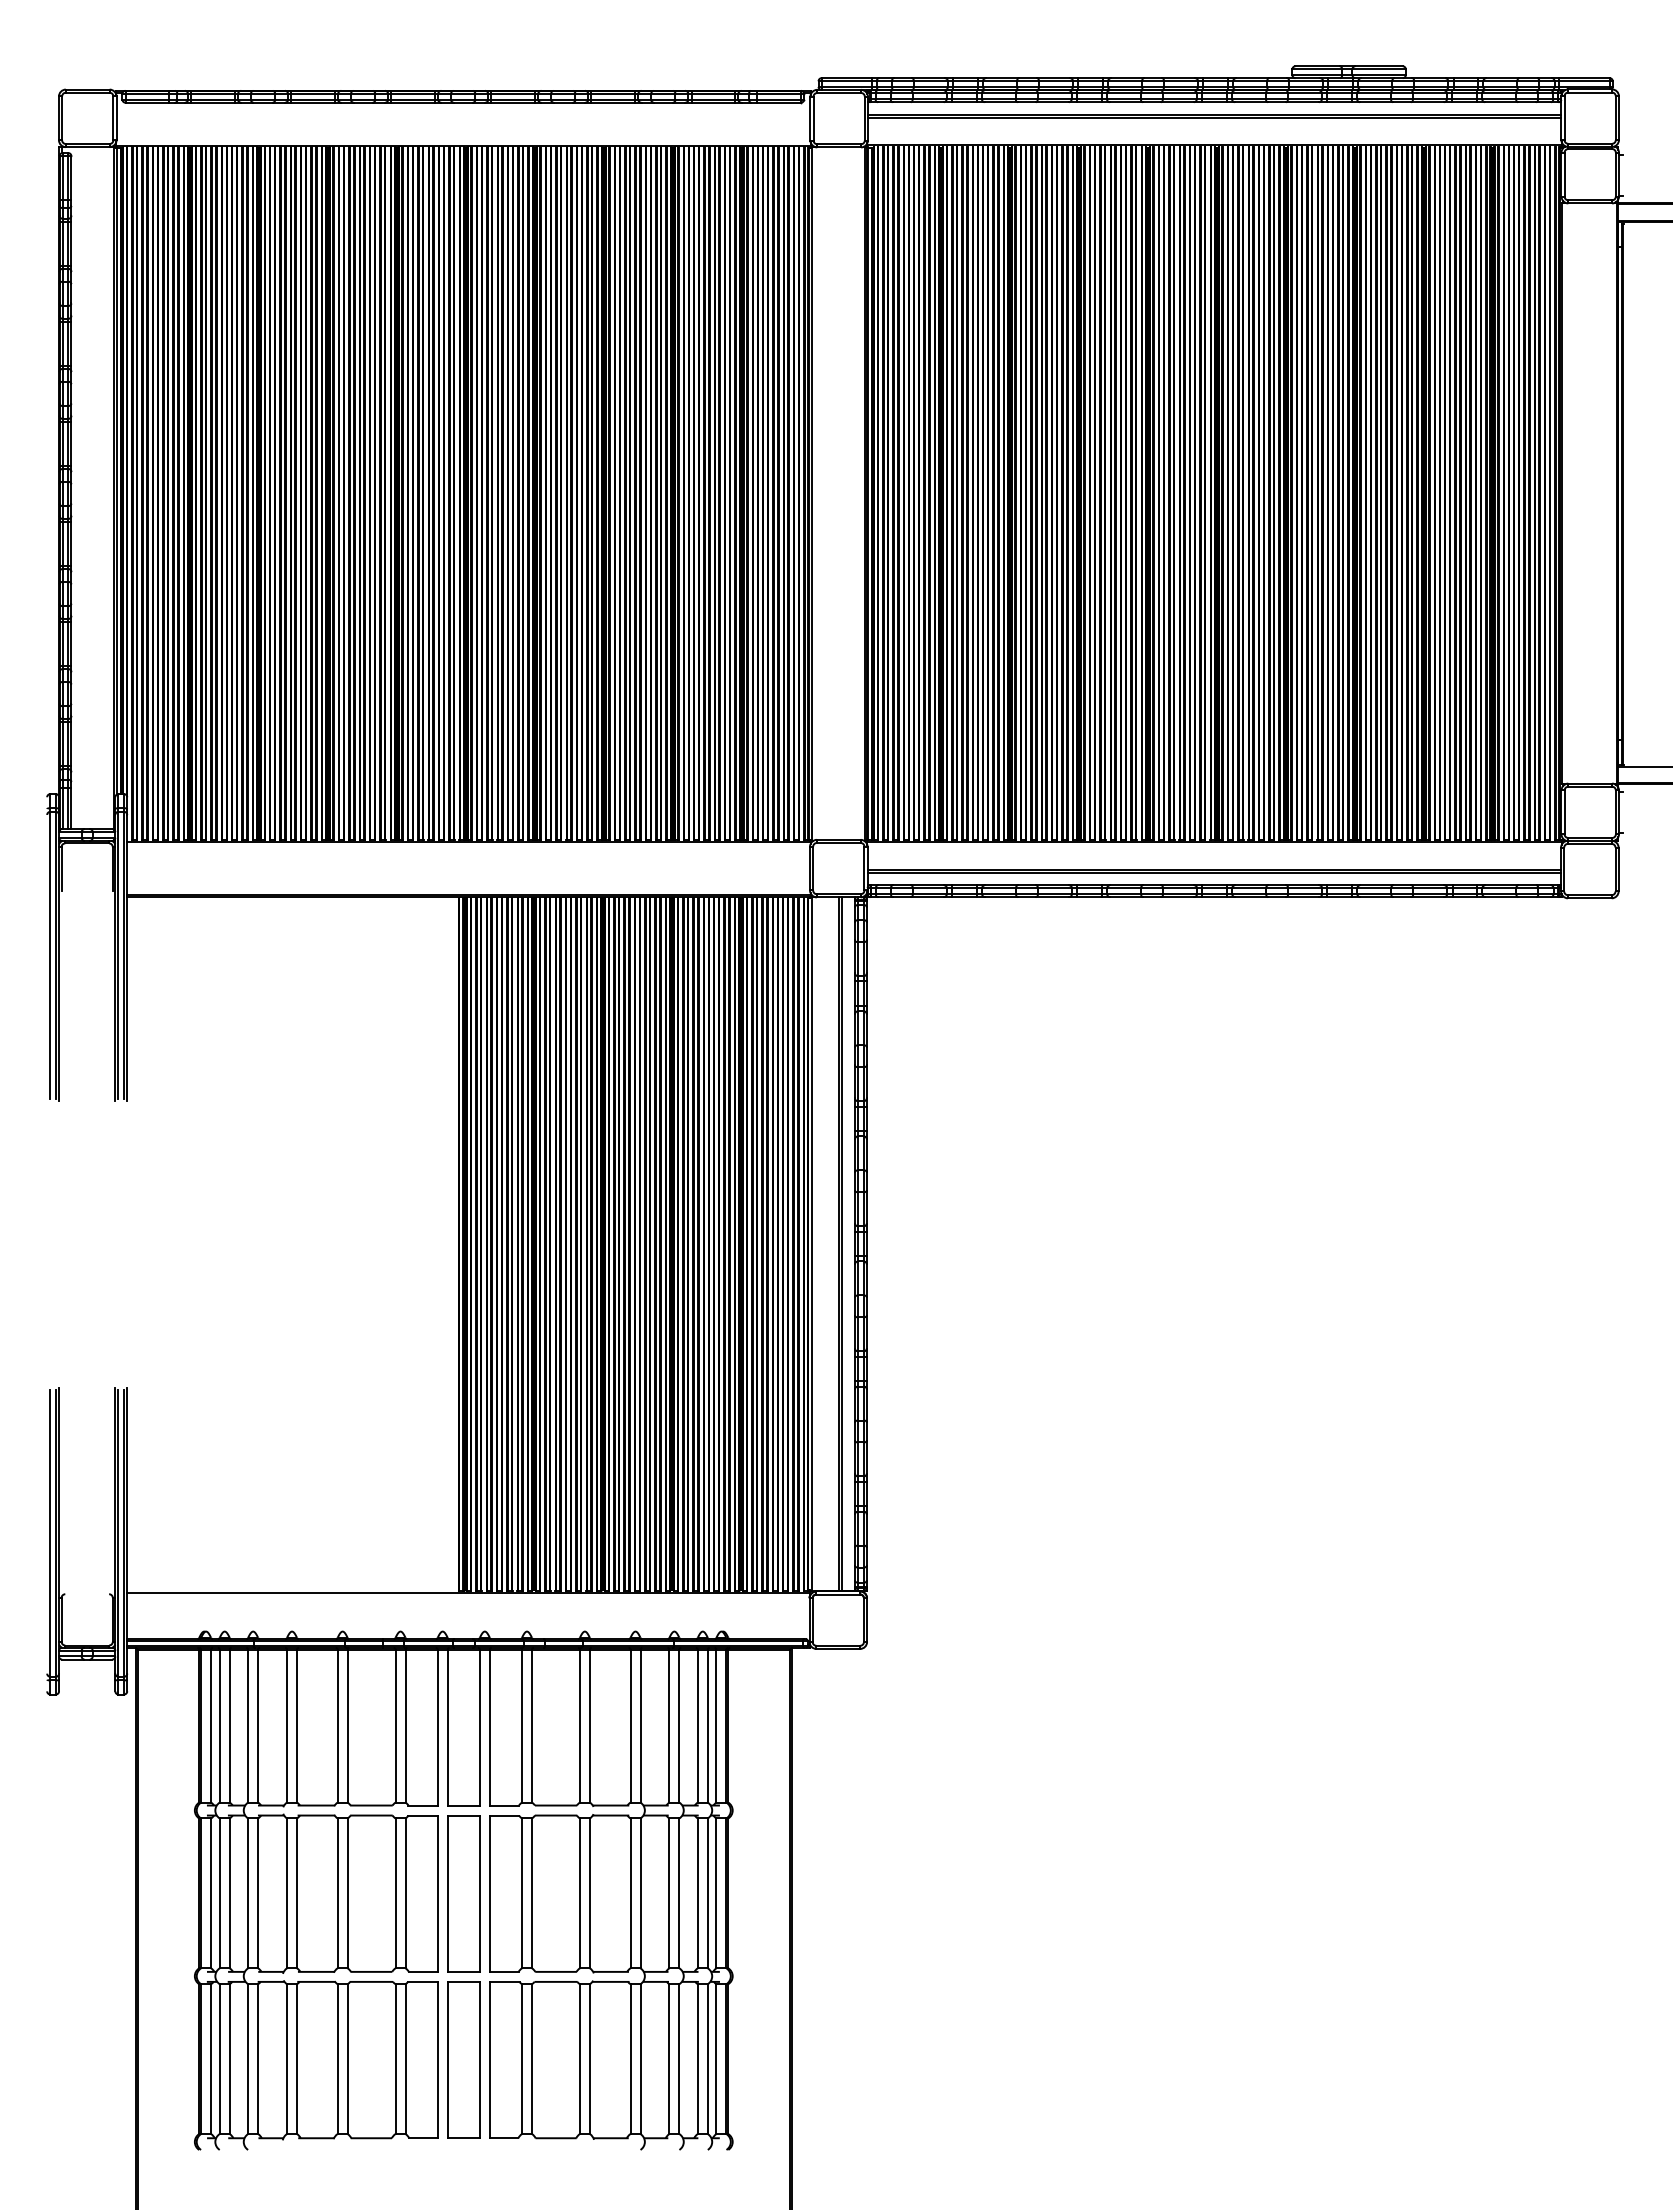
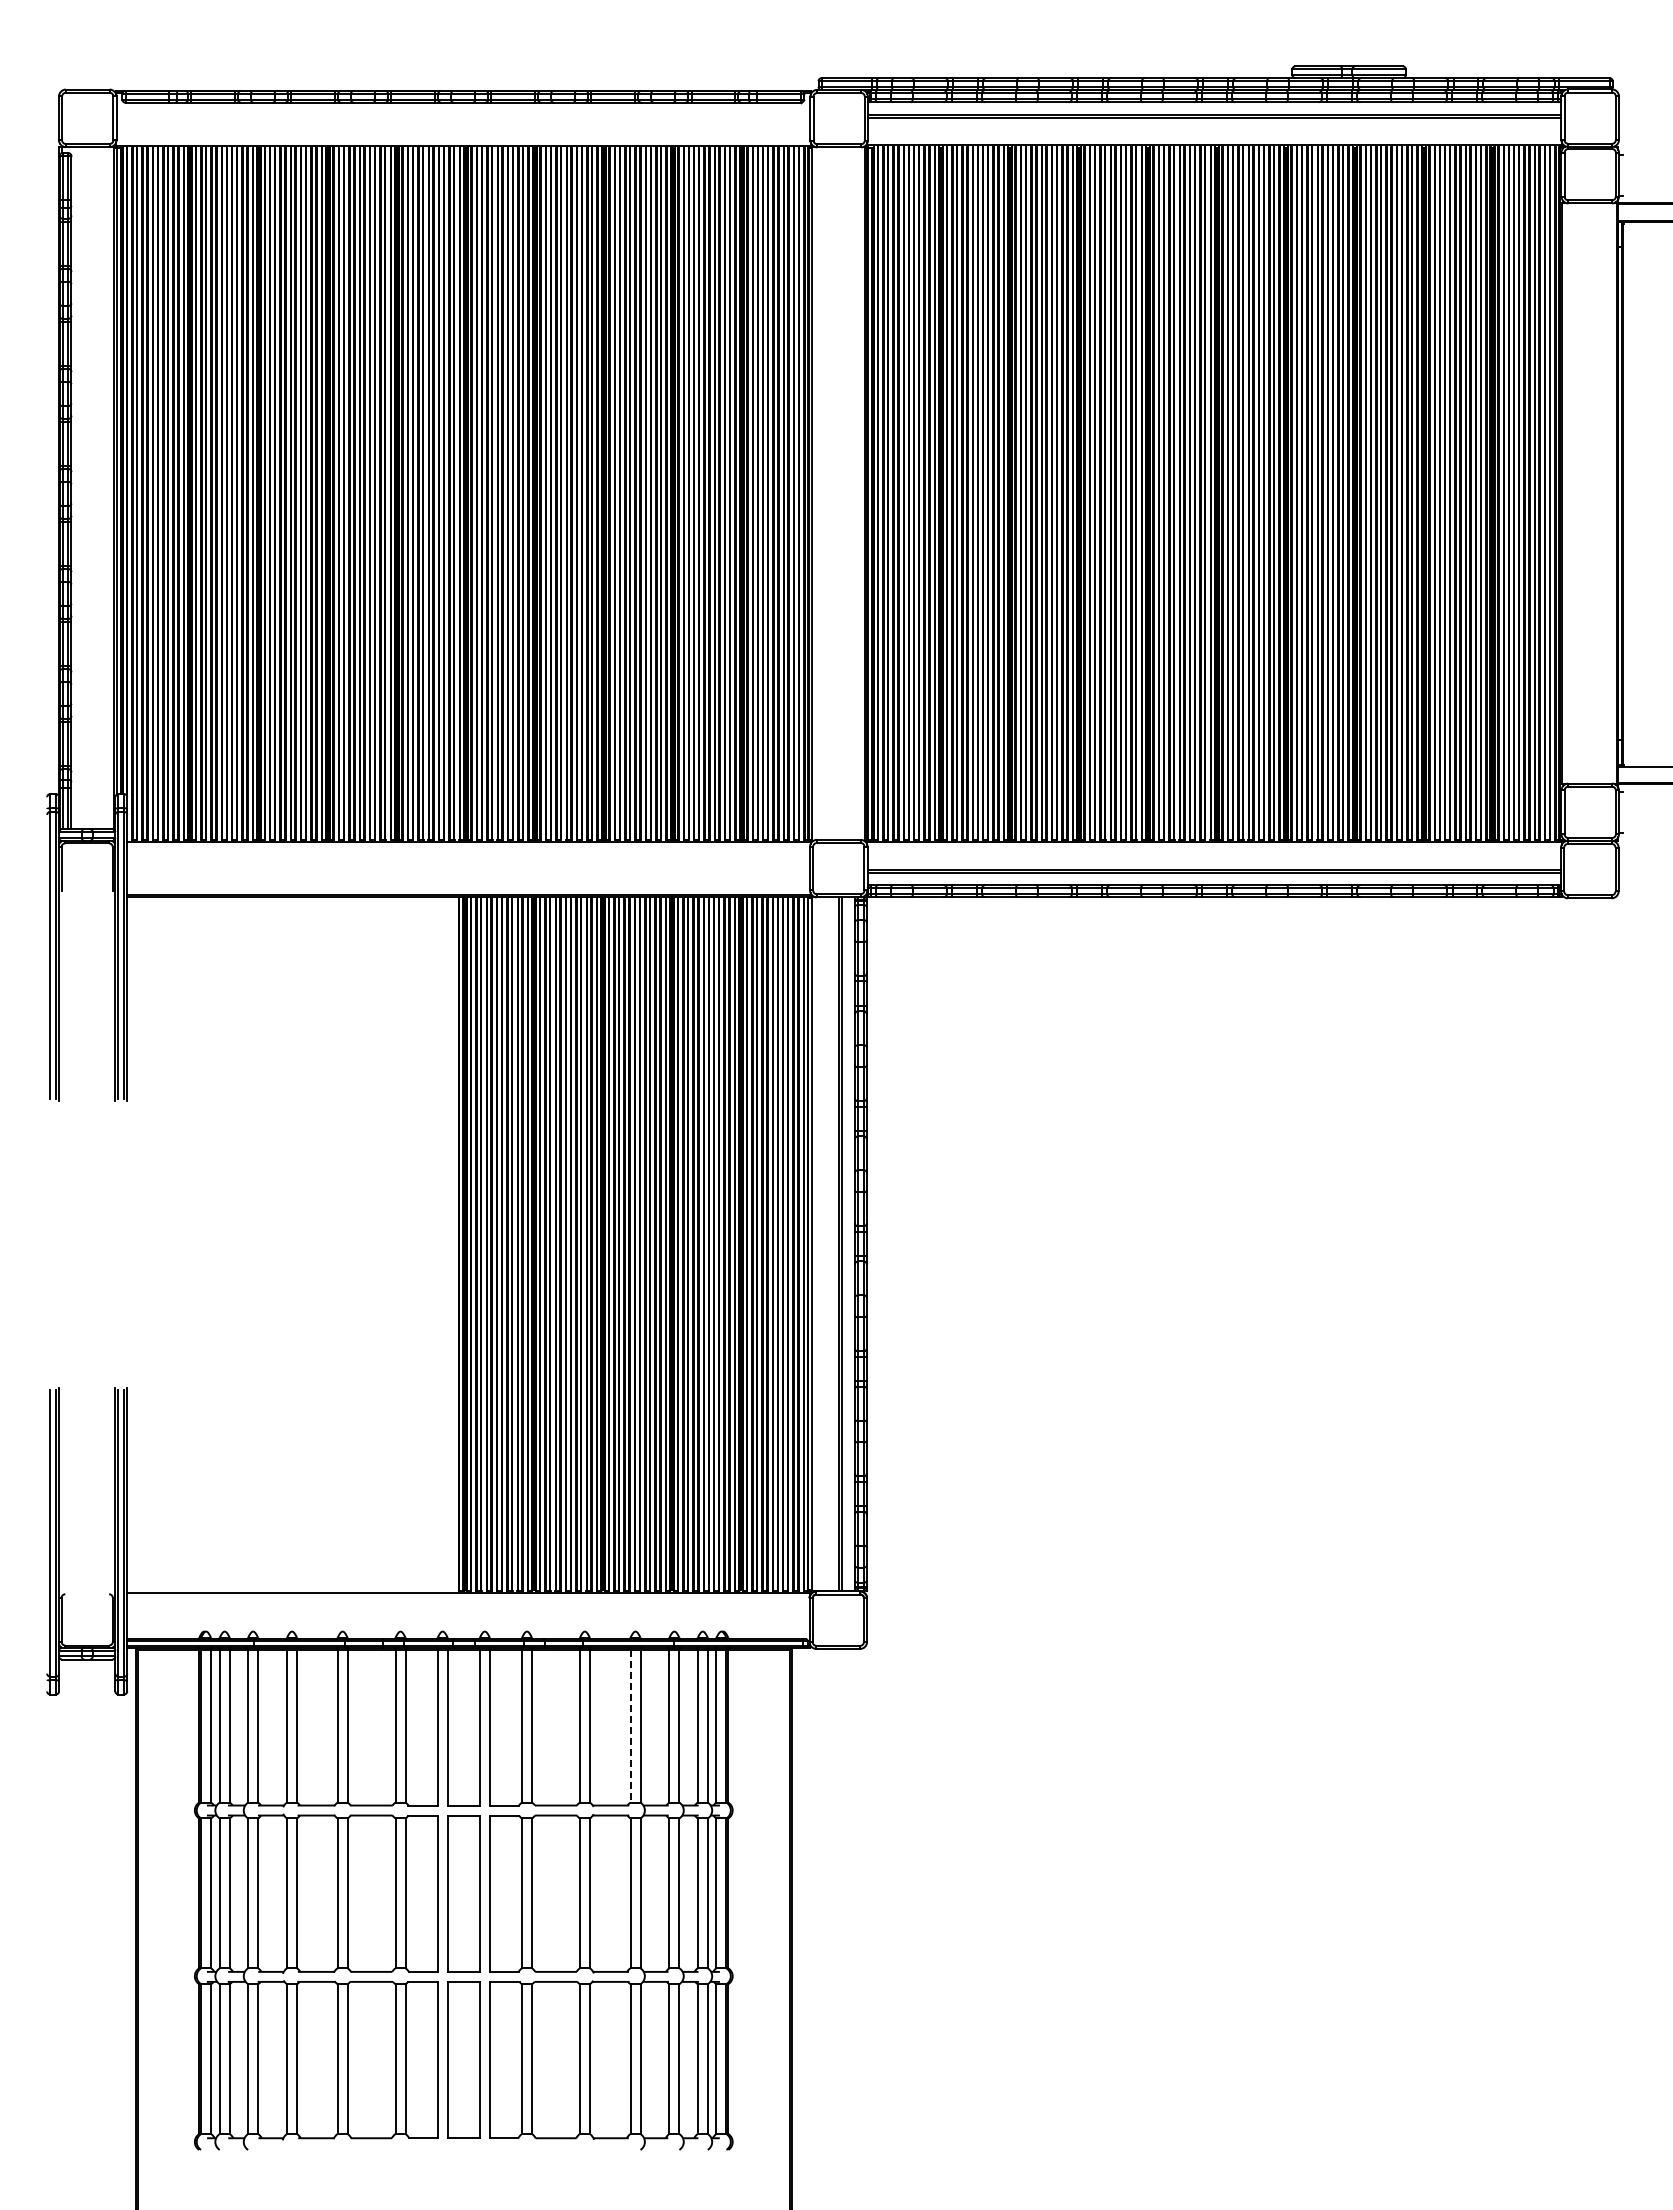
line at (630, 1726): solid -> dashed
